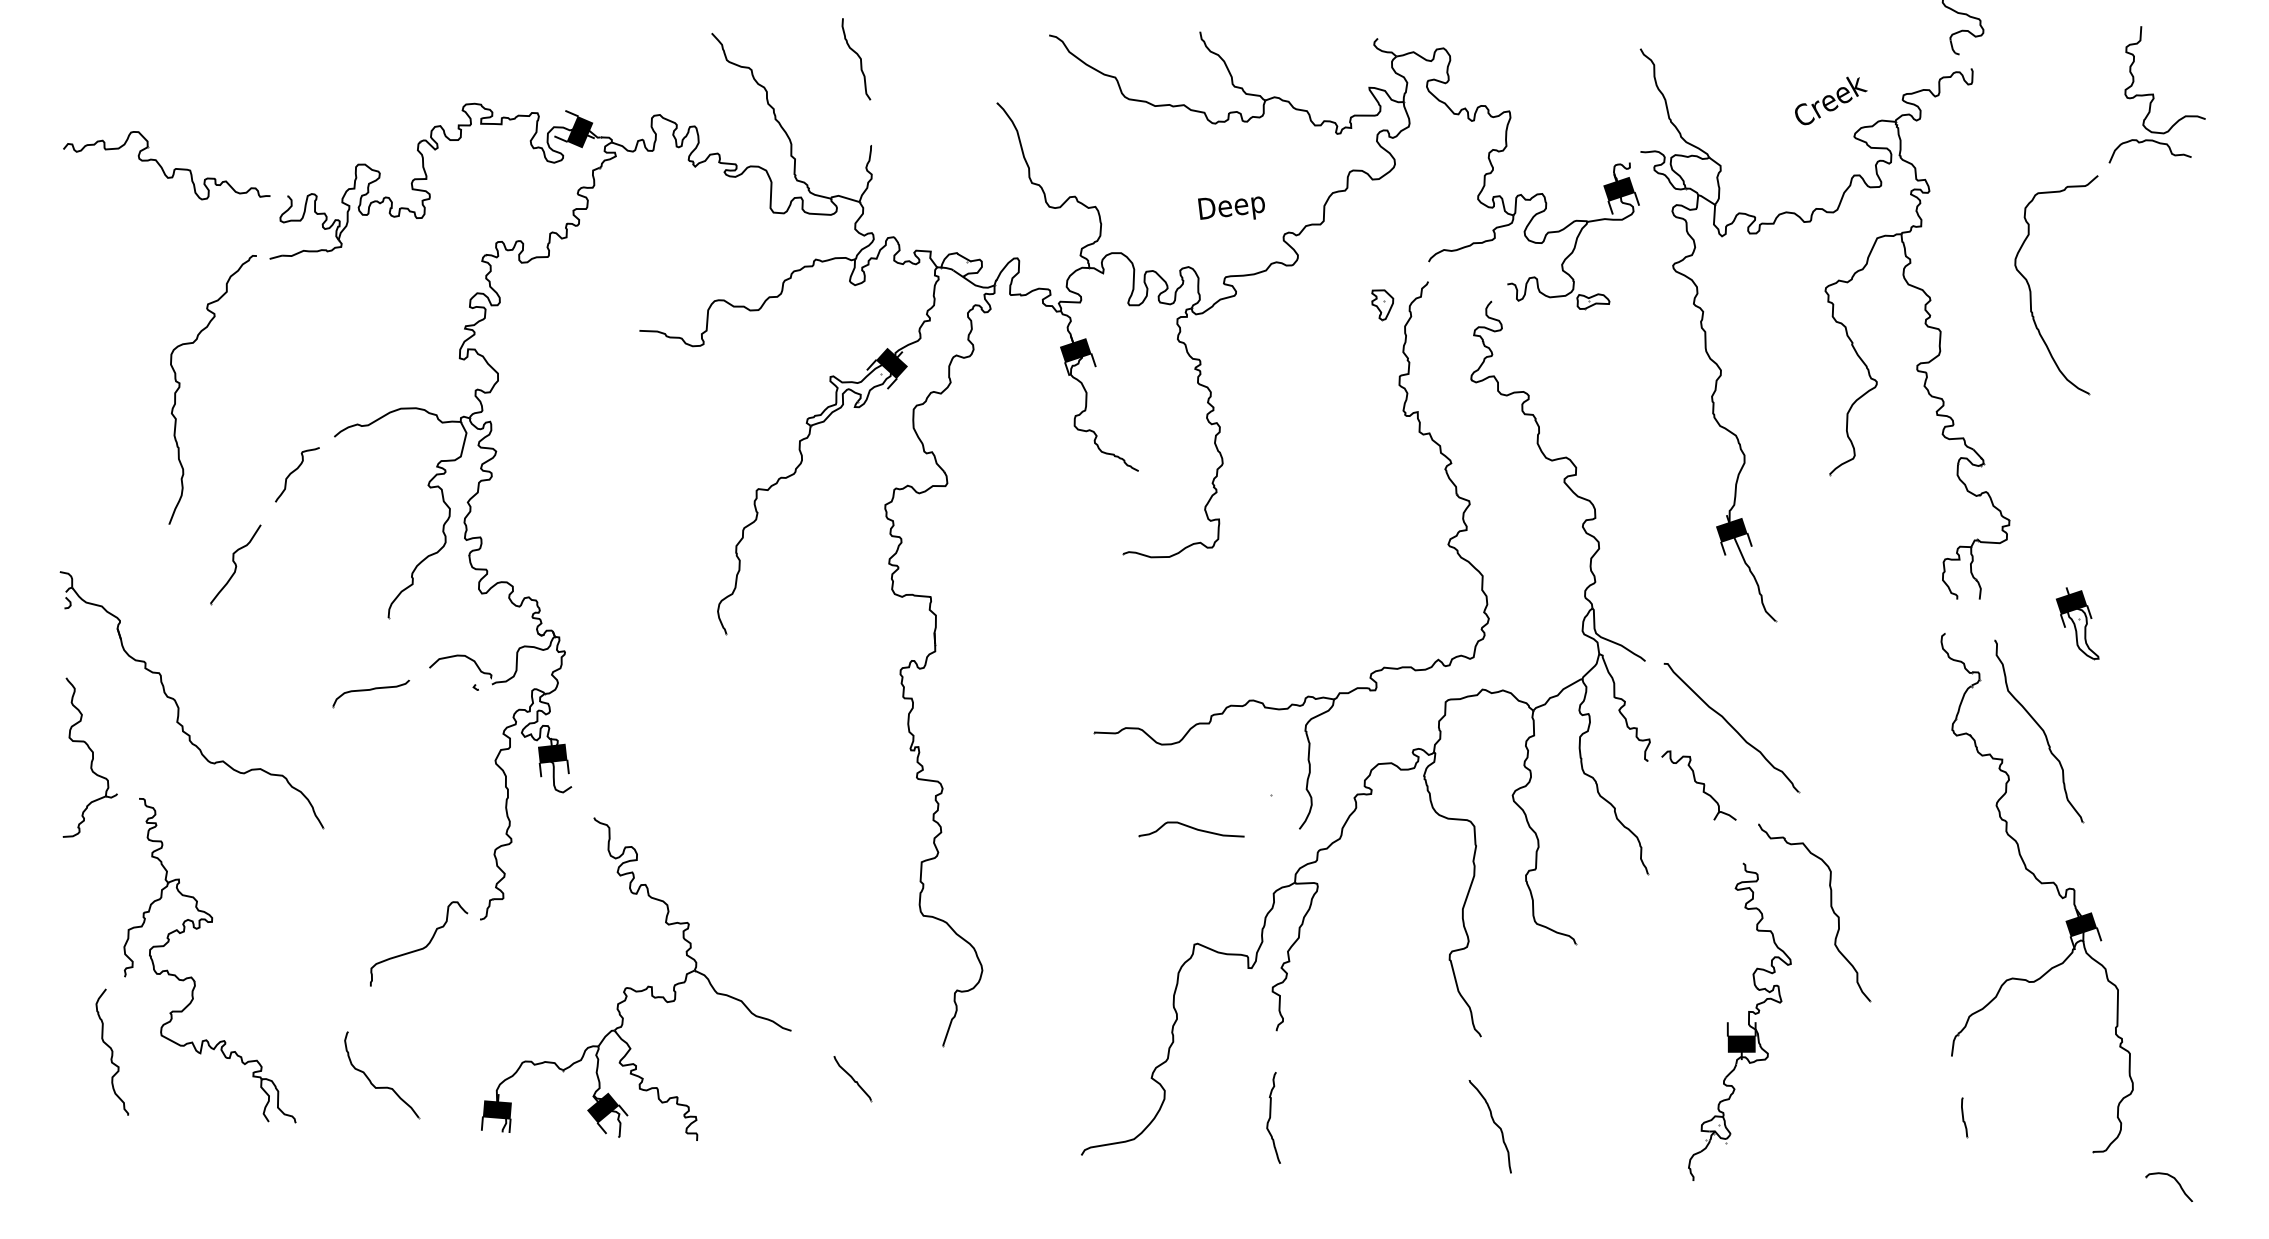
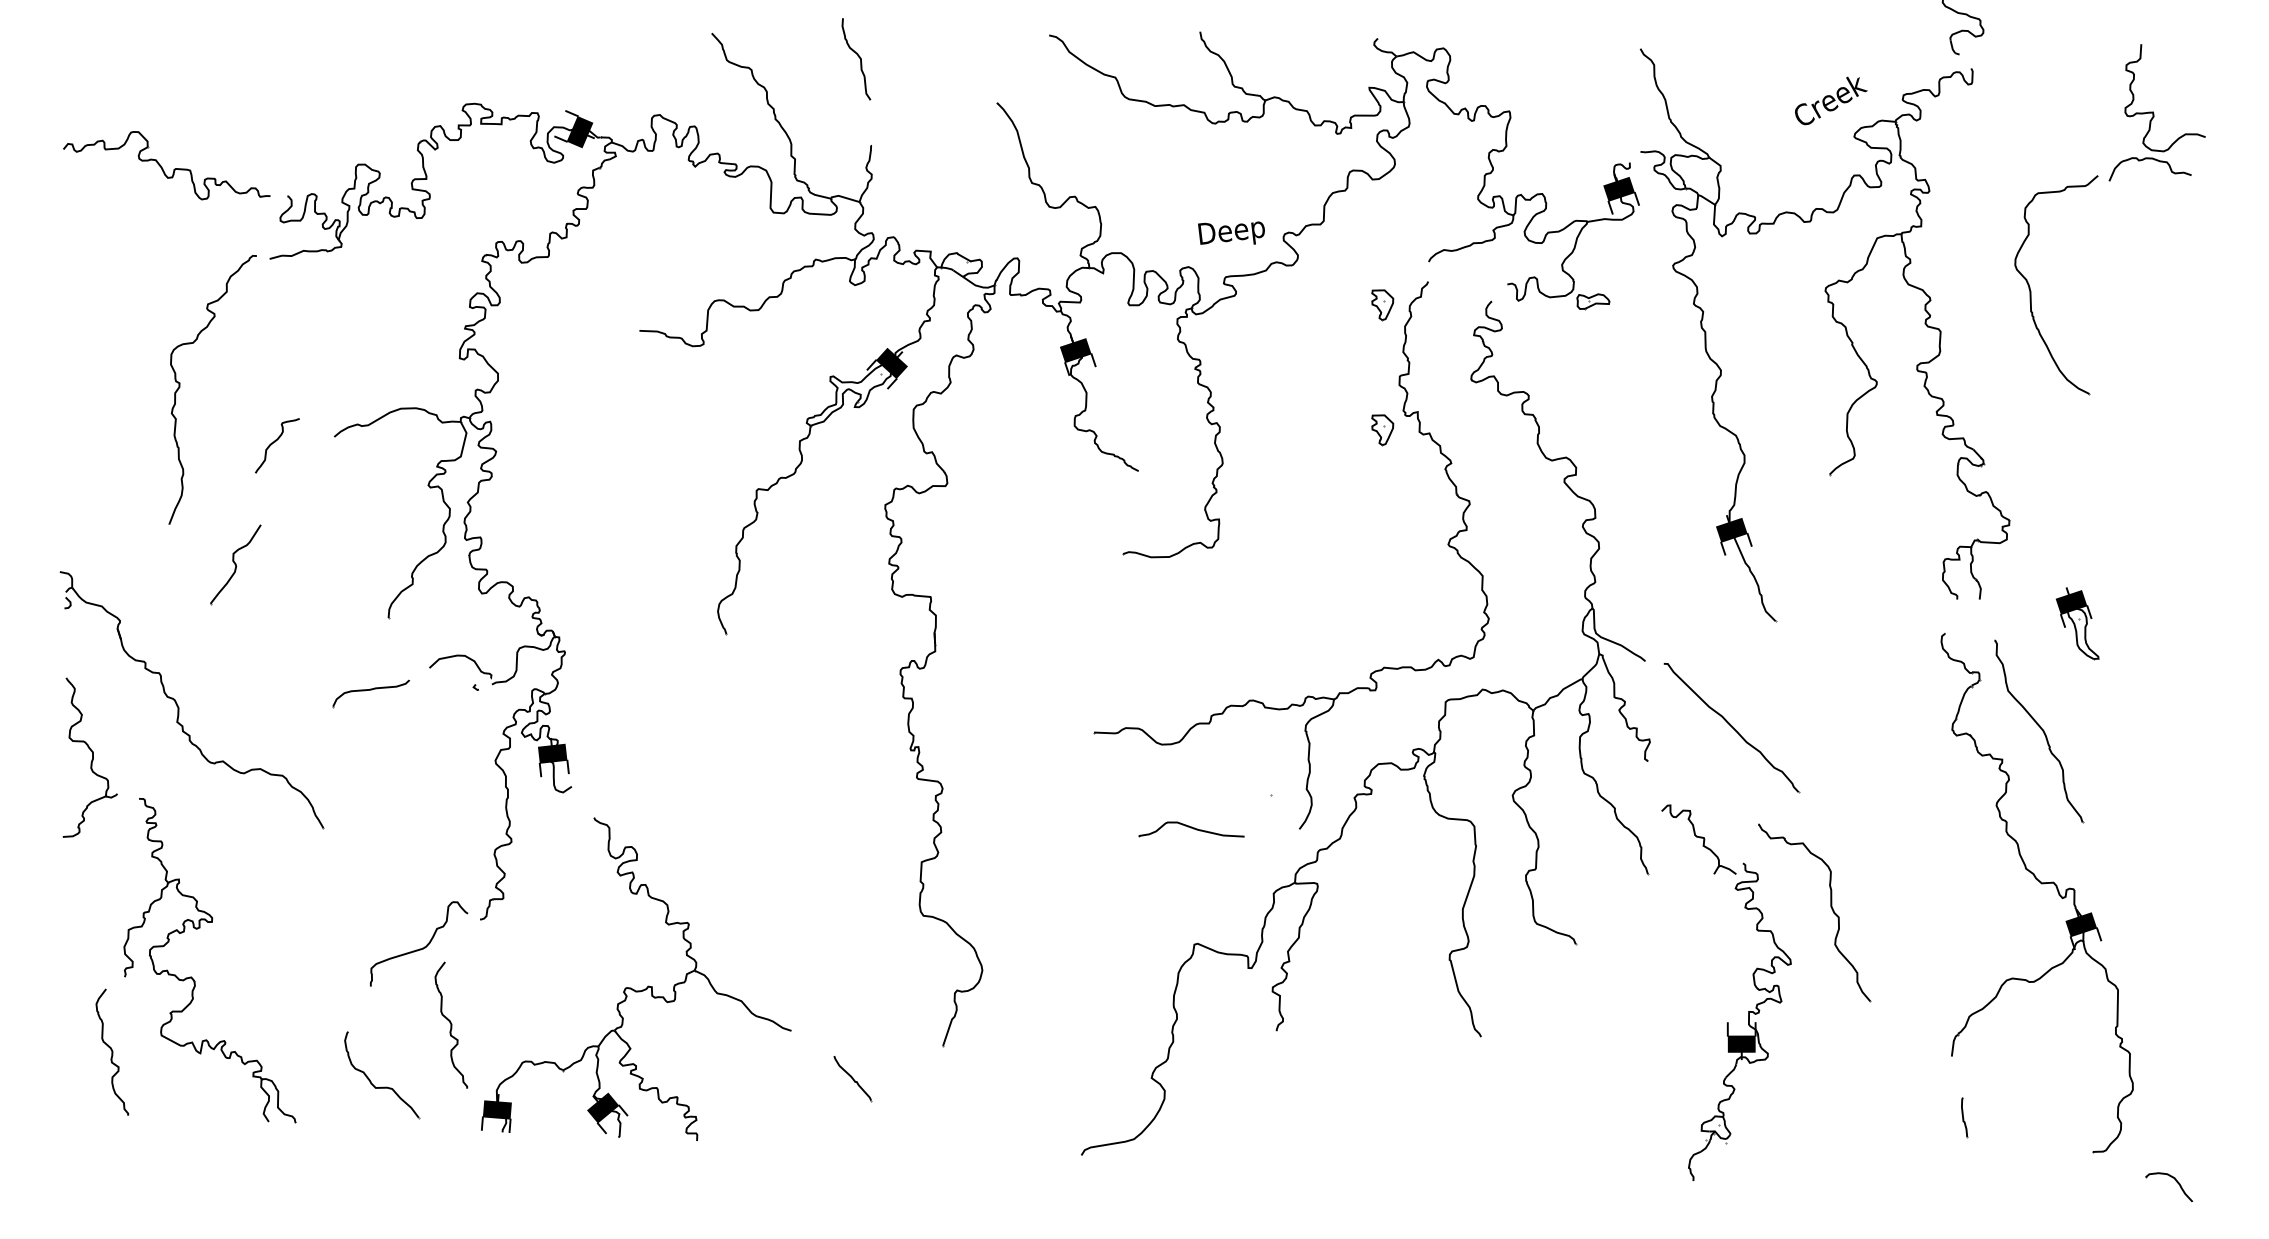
part at (2156, 94) position: (2156, 94) -> (2156, 112)
text at (1231, 207) position: (1231, 207) -> (1231, 232)
part at (1382, 430): none -> present
curve at (295, 471) position: (295, 471) -> (275, 442)
part at (1698, 785) position: (1698, 785) -> (1698, 839)
curve at (451, 1024): none -> present
curve at (1271, 1116): present -> none
curve at (1493, 1123): present -> none
